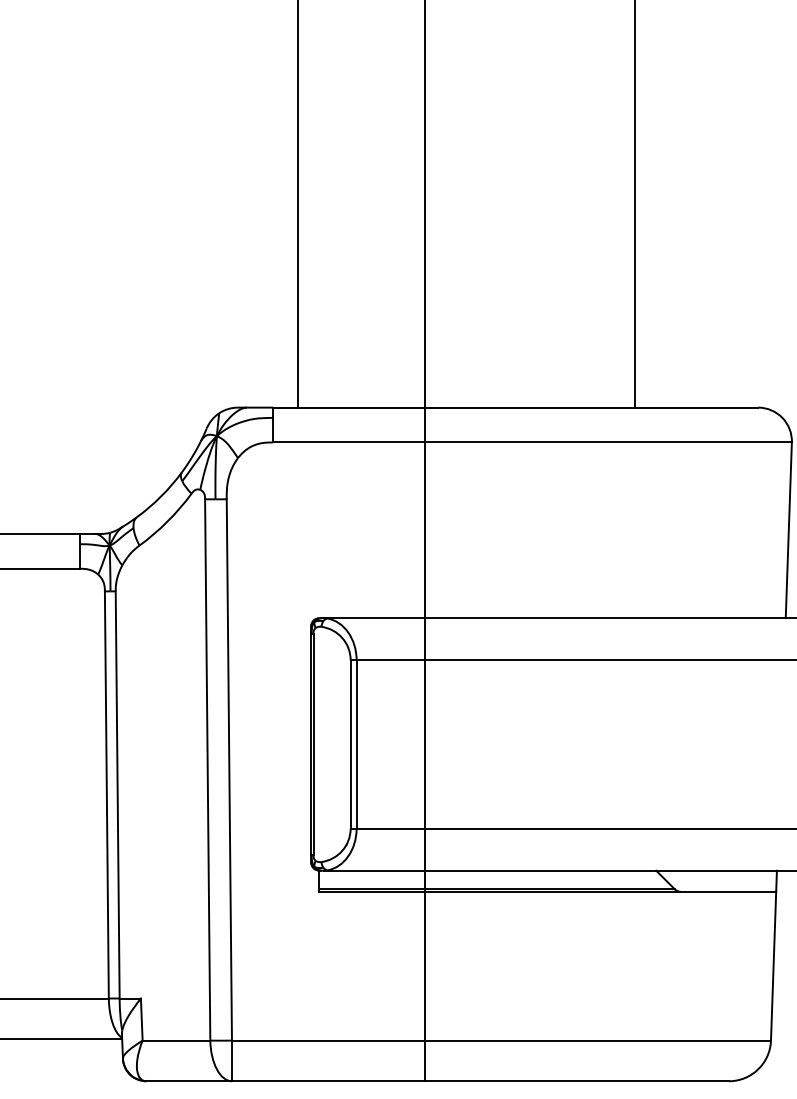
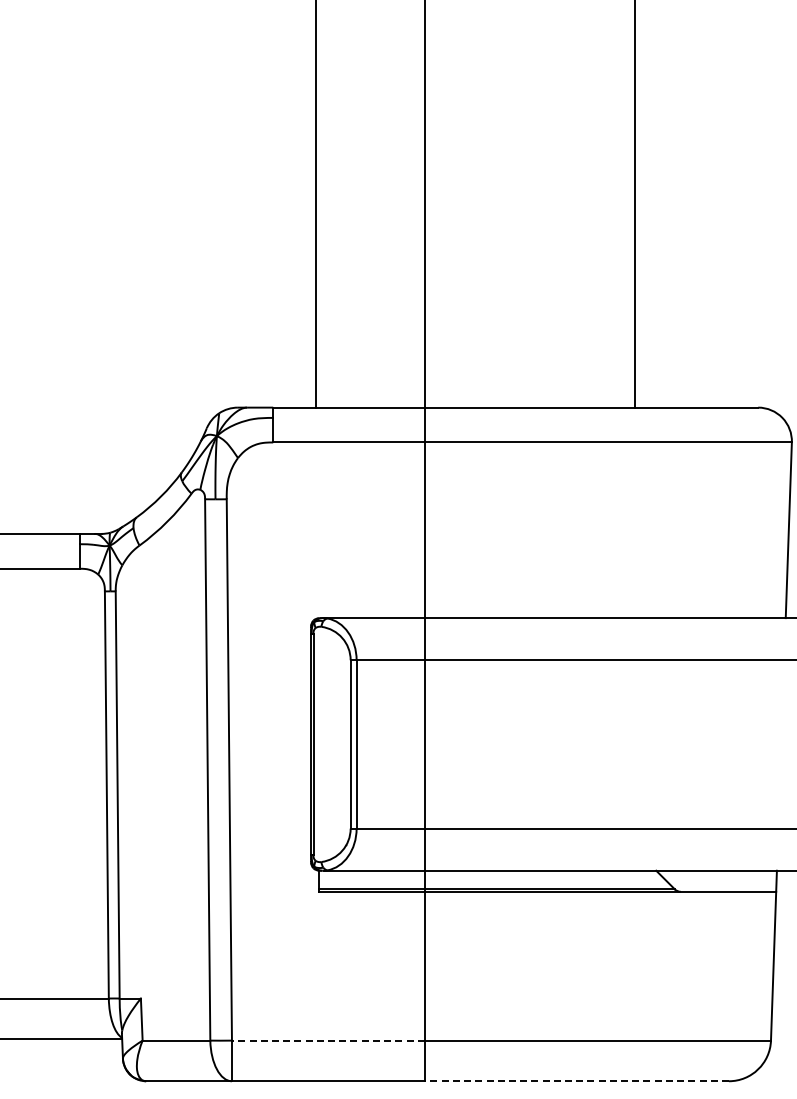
line at (298, 204) position: (298, 204) -> (316, 204)
line at (327, 1040): solid -> dashed
line at (576, 1081): solid -> dashed
